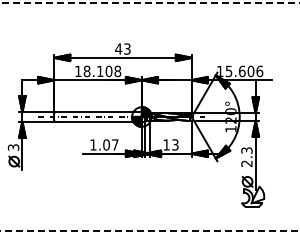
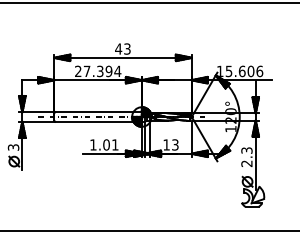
line at (149, 2): dashed -> solid
text at (98, 71): 18.108 -> 27.394
text at (115, 144): 1.07 -> 1.01
line at (149, 231): dashed -> solid
